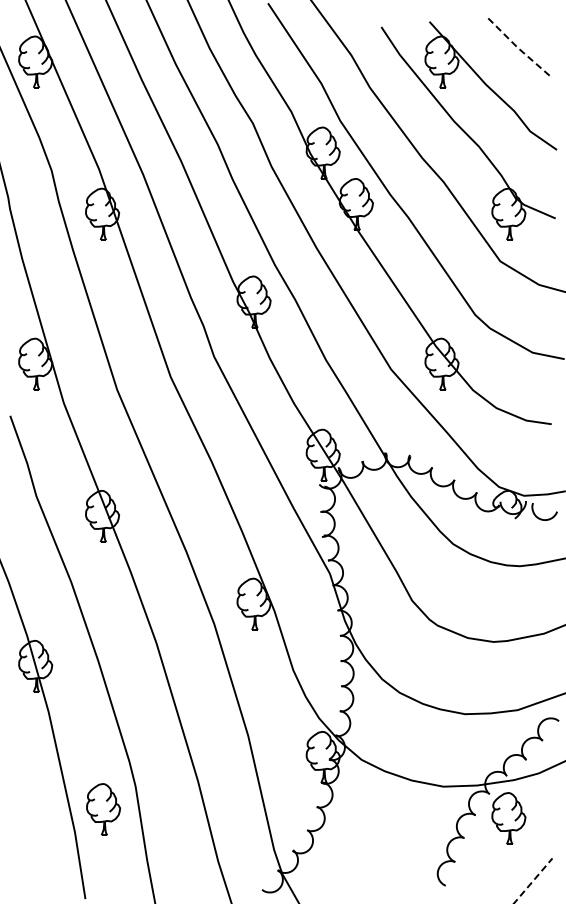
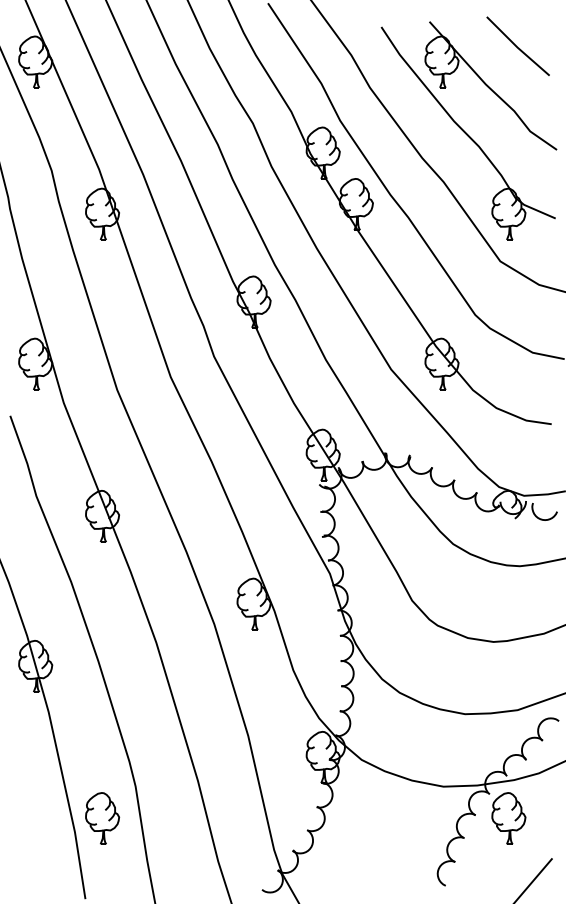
line at (517, 47): dashed -> solid
part at (103, 809) position: (103, 809) -> (102, 818)
line at (533, 881): dashed -> solid
